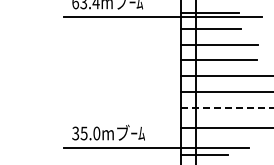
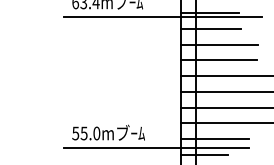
line at (227, 107): dashed -> solid
line at (225, 128) position: (225, 128) -> (225, 123)
text at (75, 132): 35.0m -> 55.0m
line at (214, 139): none -> present
